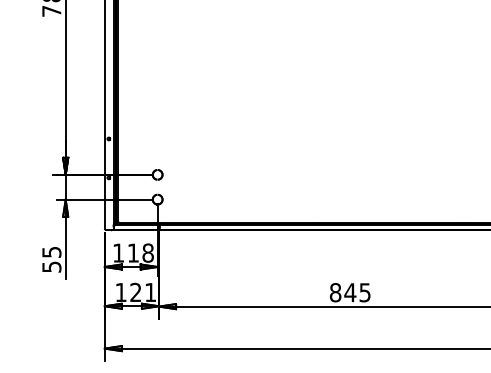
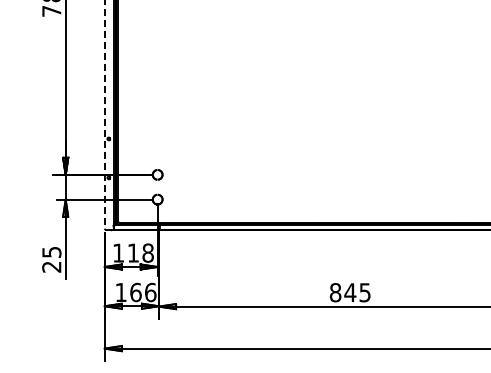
line at (104, 114): solid -> dashed
text at (51, 266): 55 -> 25
text at (143, 292): 121 -> 166
